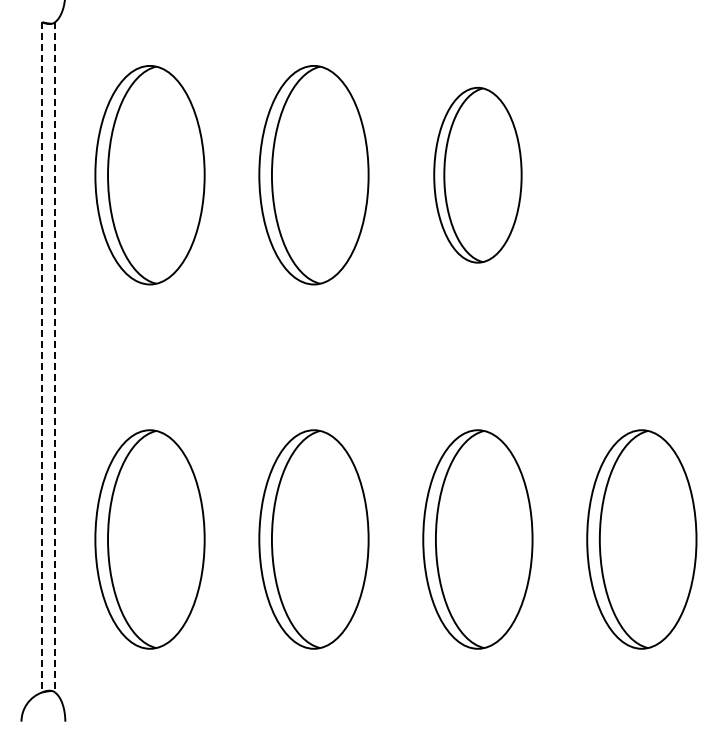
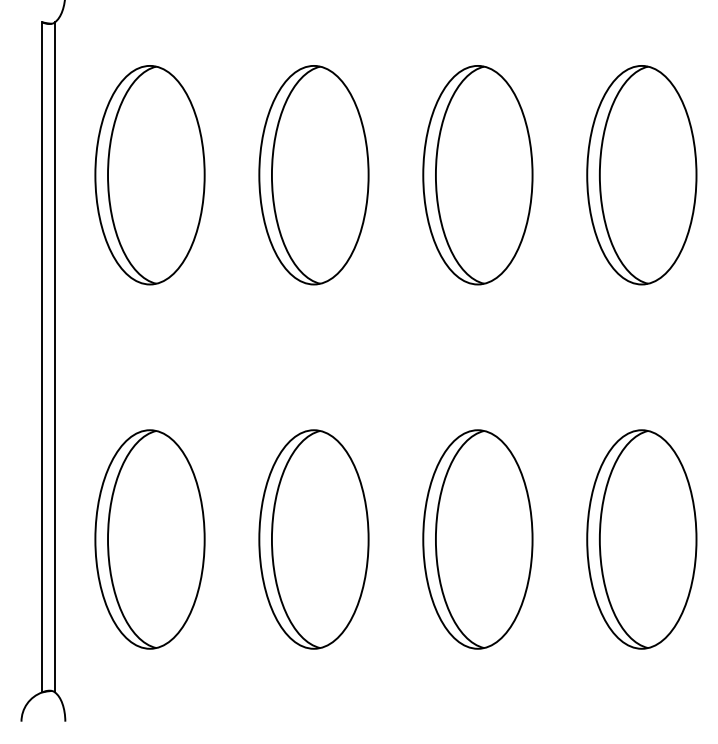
part at (477, 175) size: 90x177 px -> 112x221 px
part at (641, 175): none -> present
line at (42, 357): dashed -> solid
line at (54, 357): dashed -> solid
